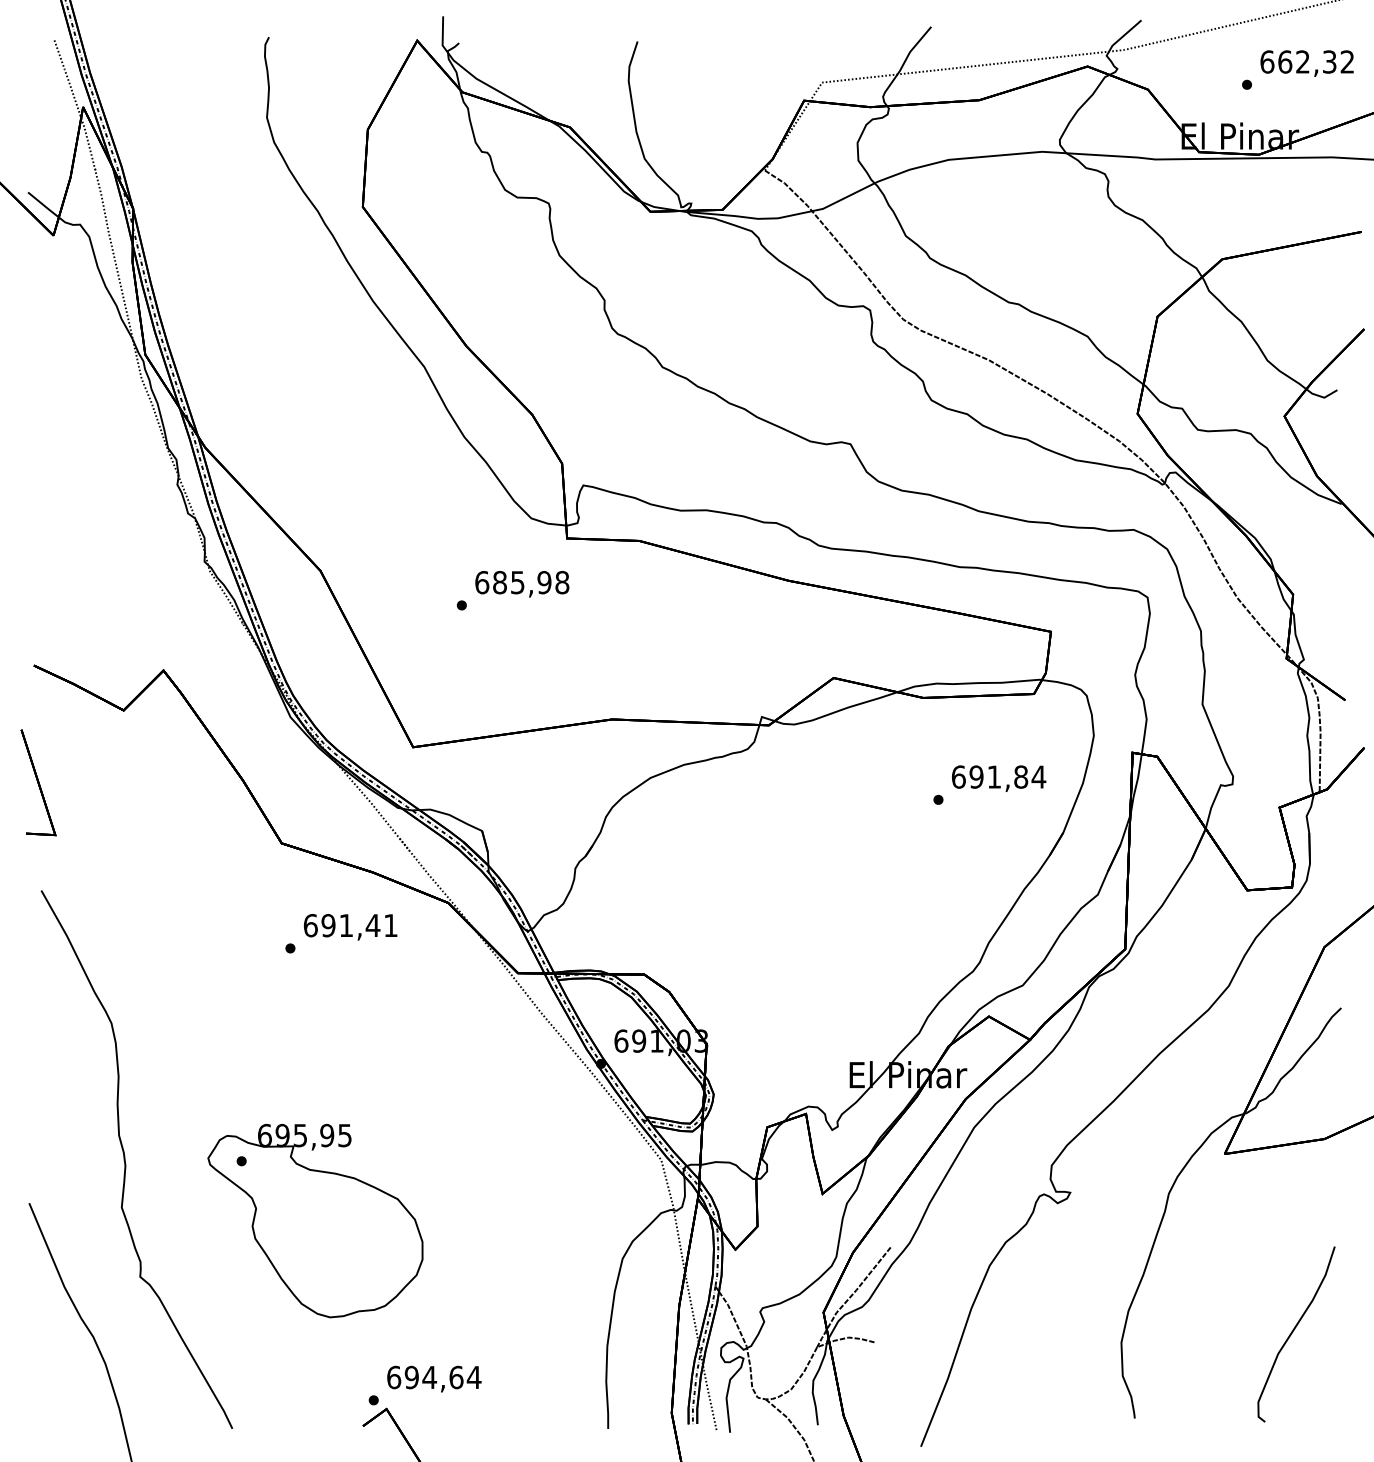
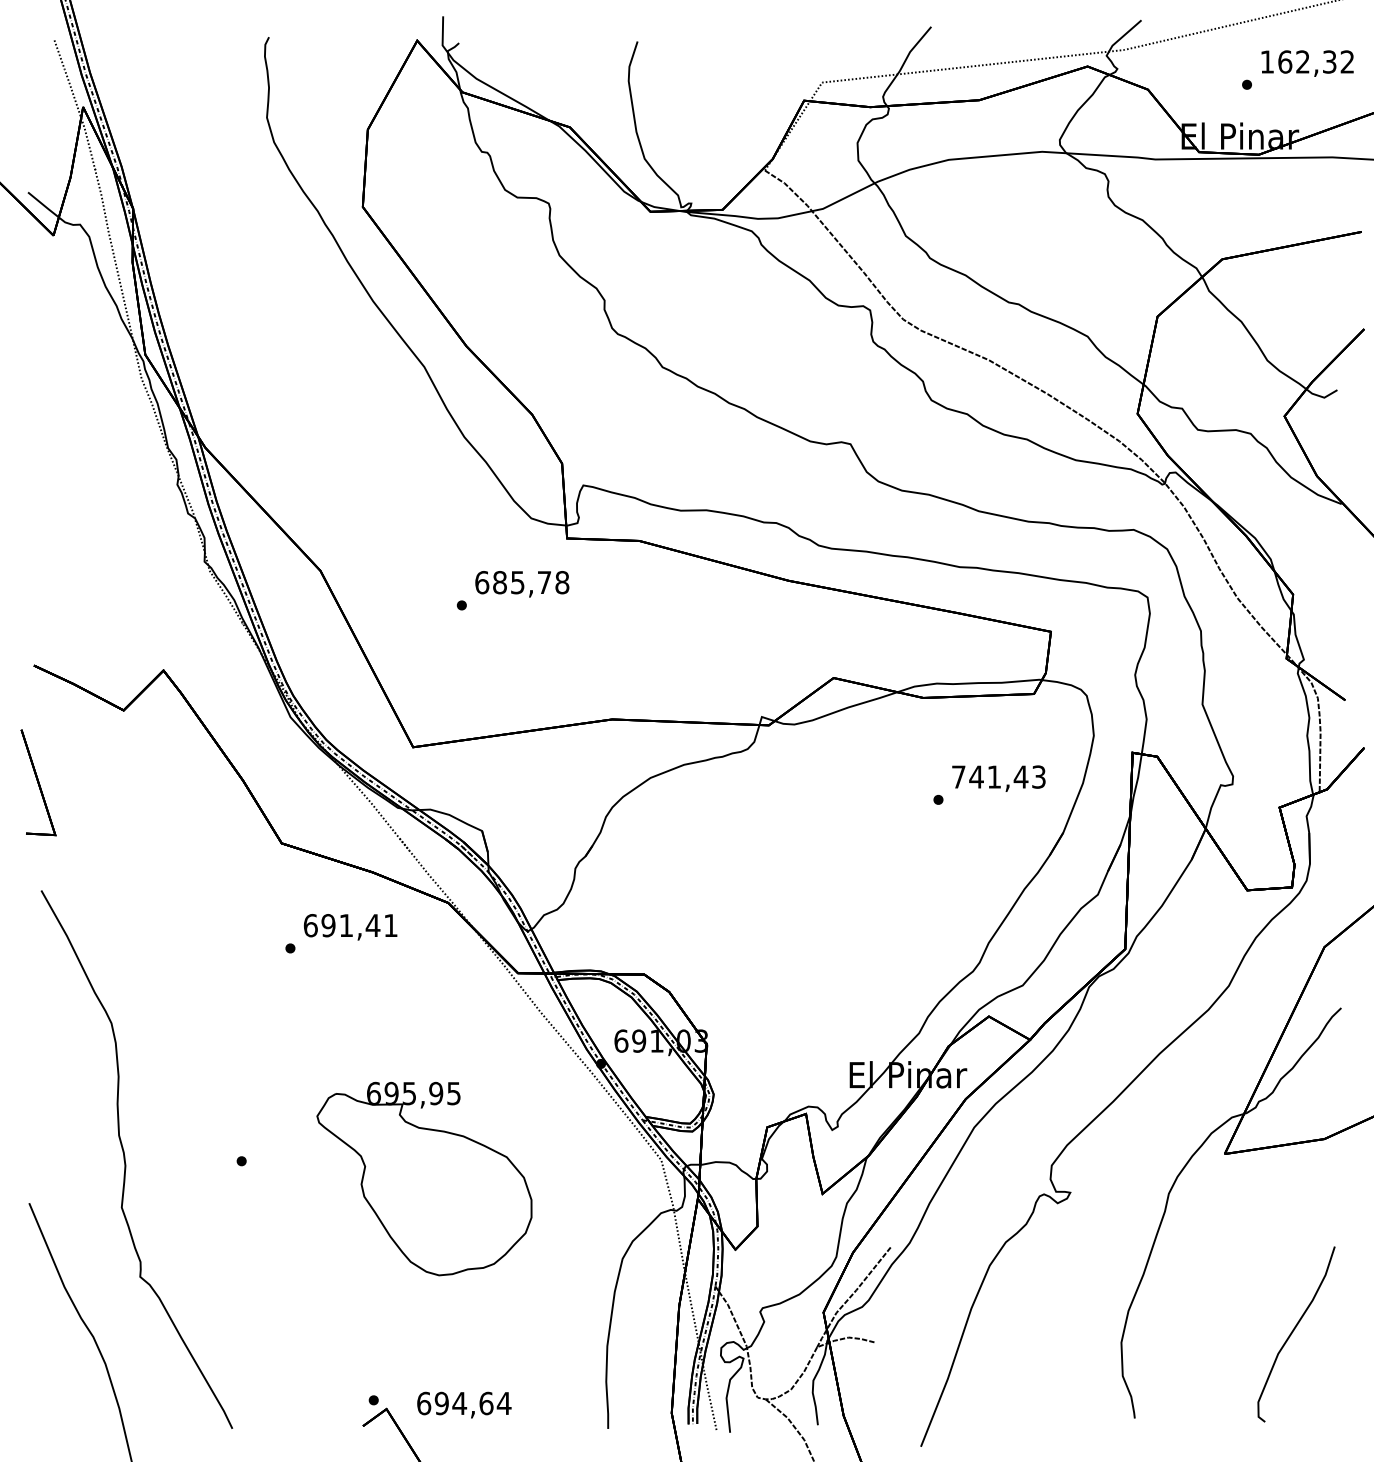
text at (1267, 61): 662,32 -> 162,32
text at (544, 582): 685,98 -> 685,78
text at (999, 776): 691,84 -> 741,43
part at (315, 1220) position: (315, 1220) -> (424, 1178)
text at (434, 1378) position: (434, 1378) -> (464, 1404)
